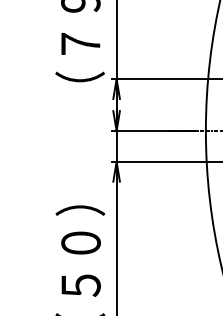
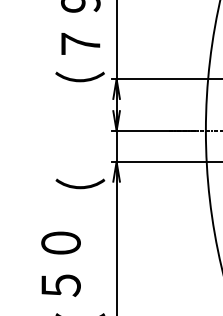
text at (80, 196): ） -> （
text at (80, 263) position: (80, 263) -> (60, 263)
